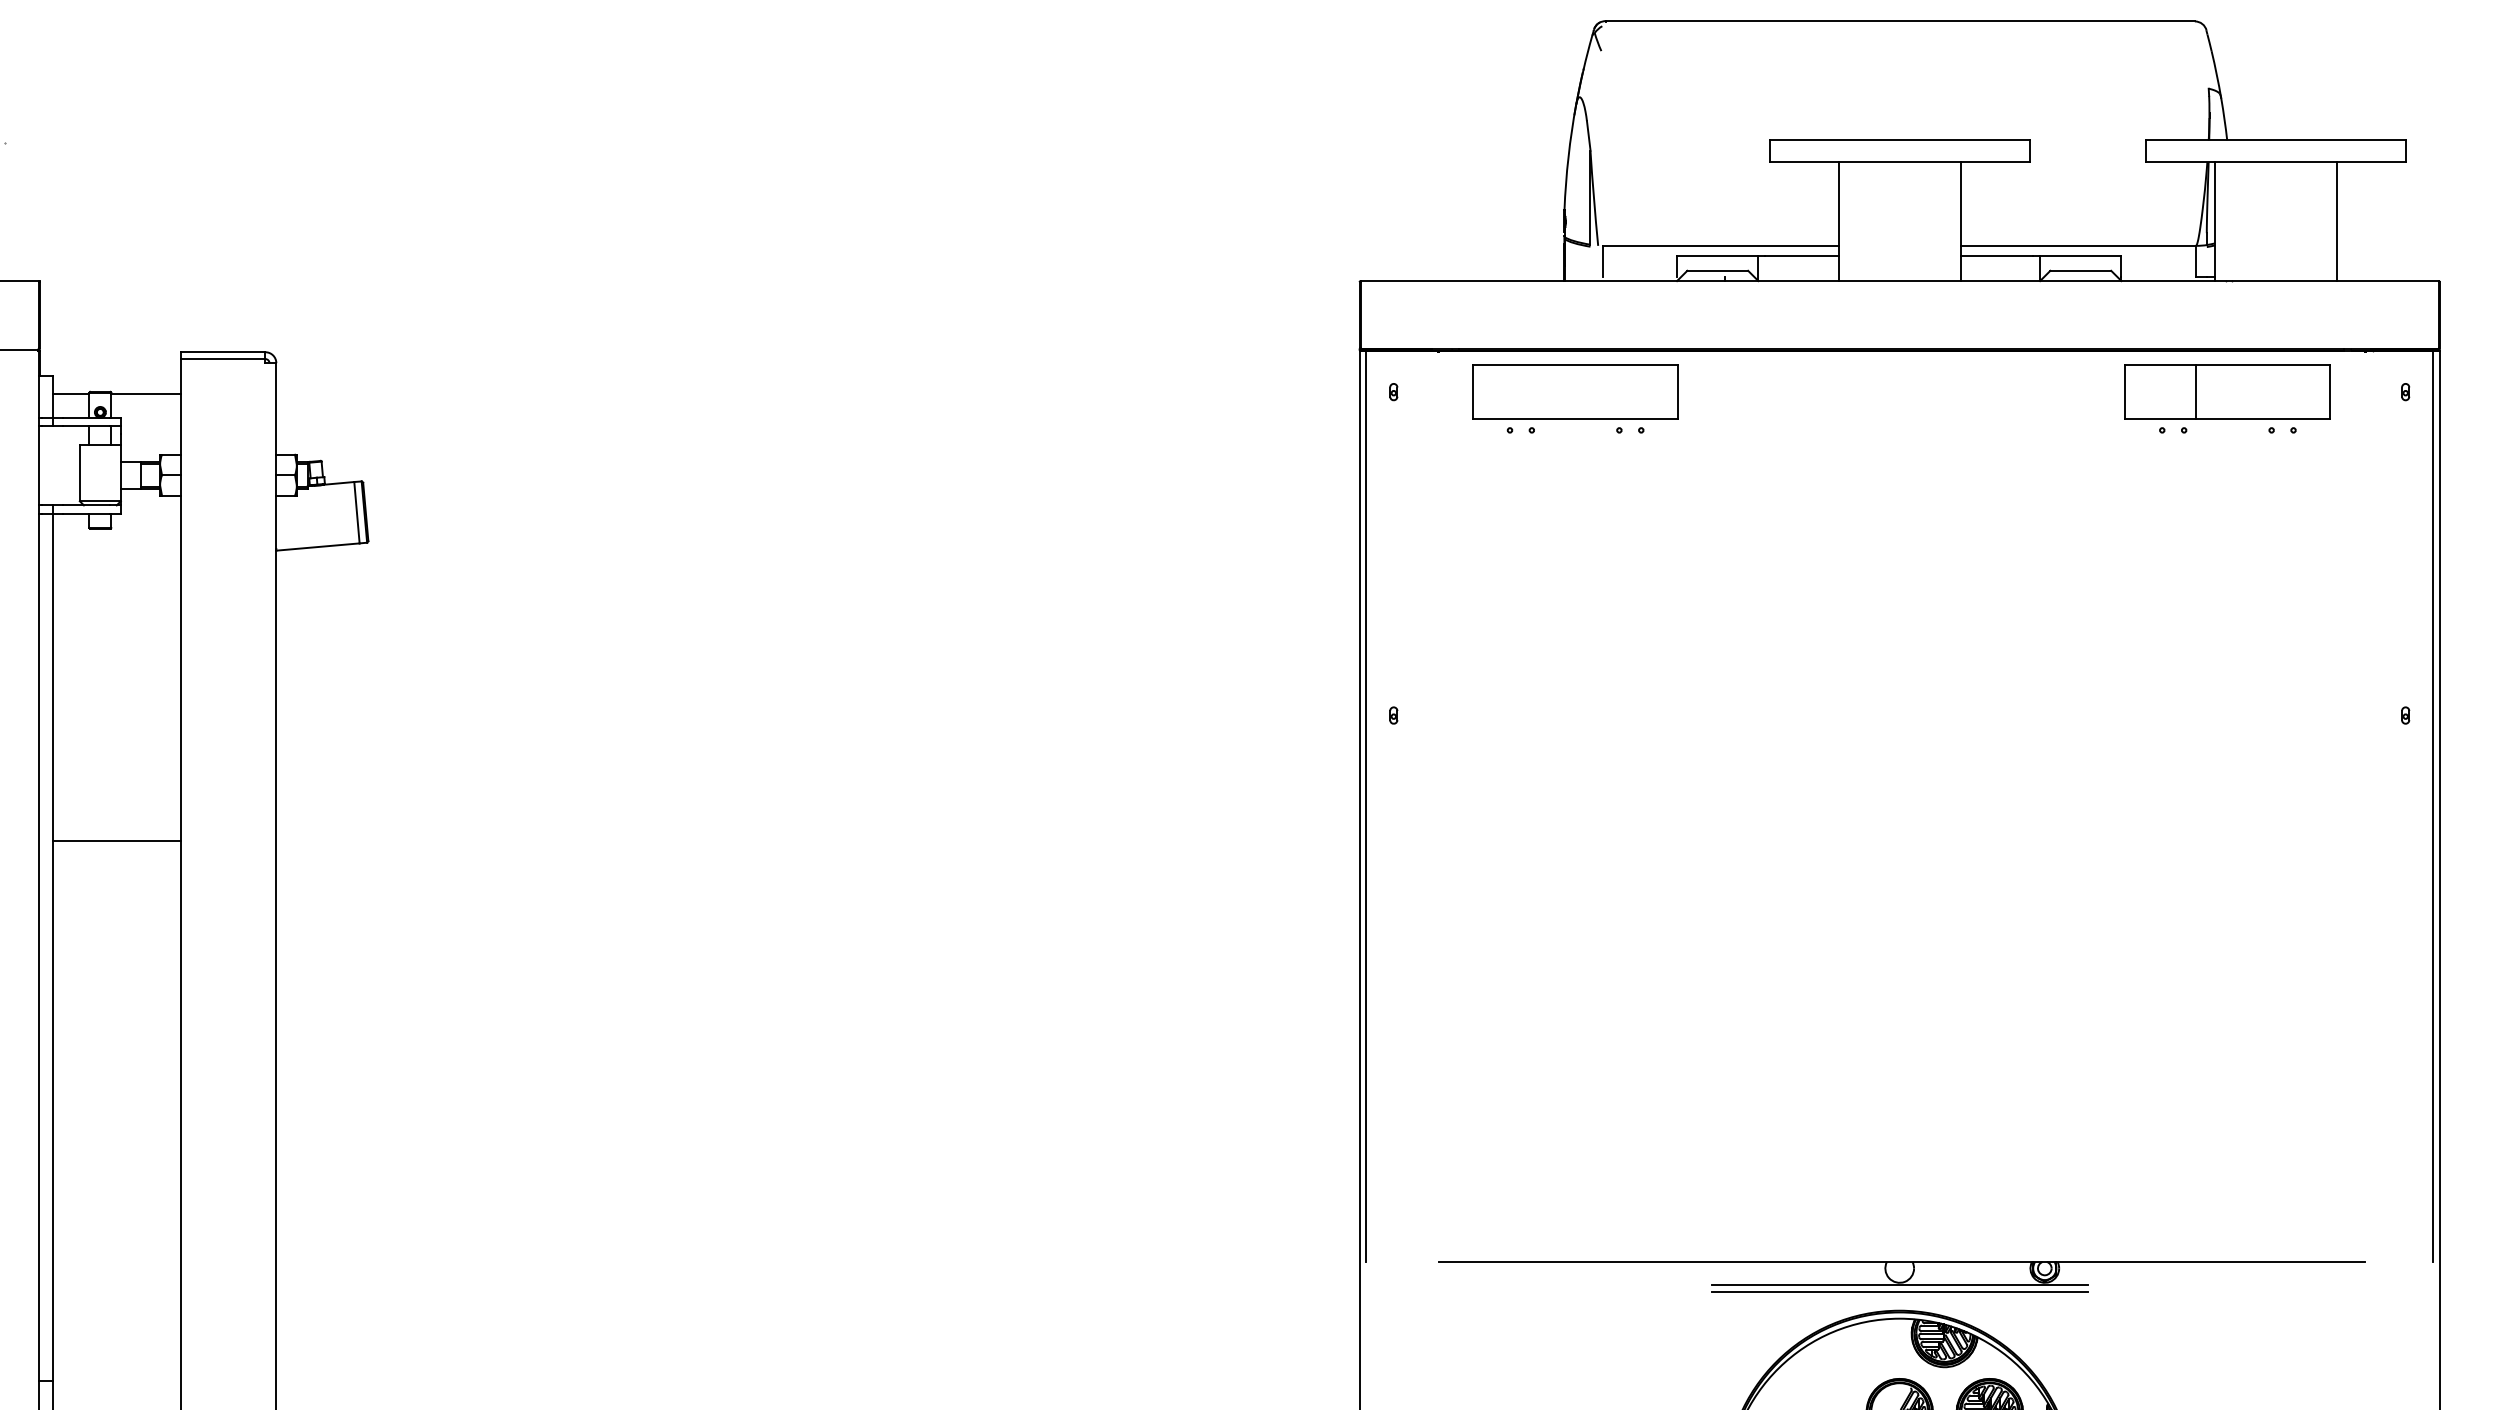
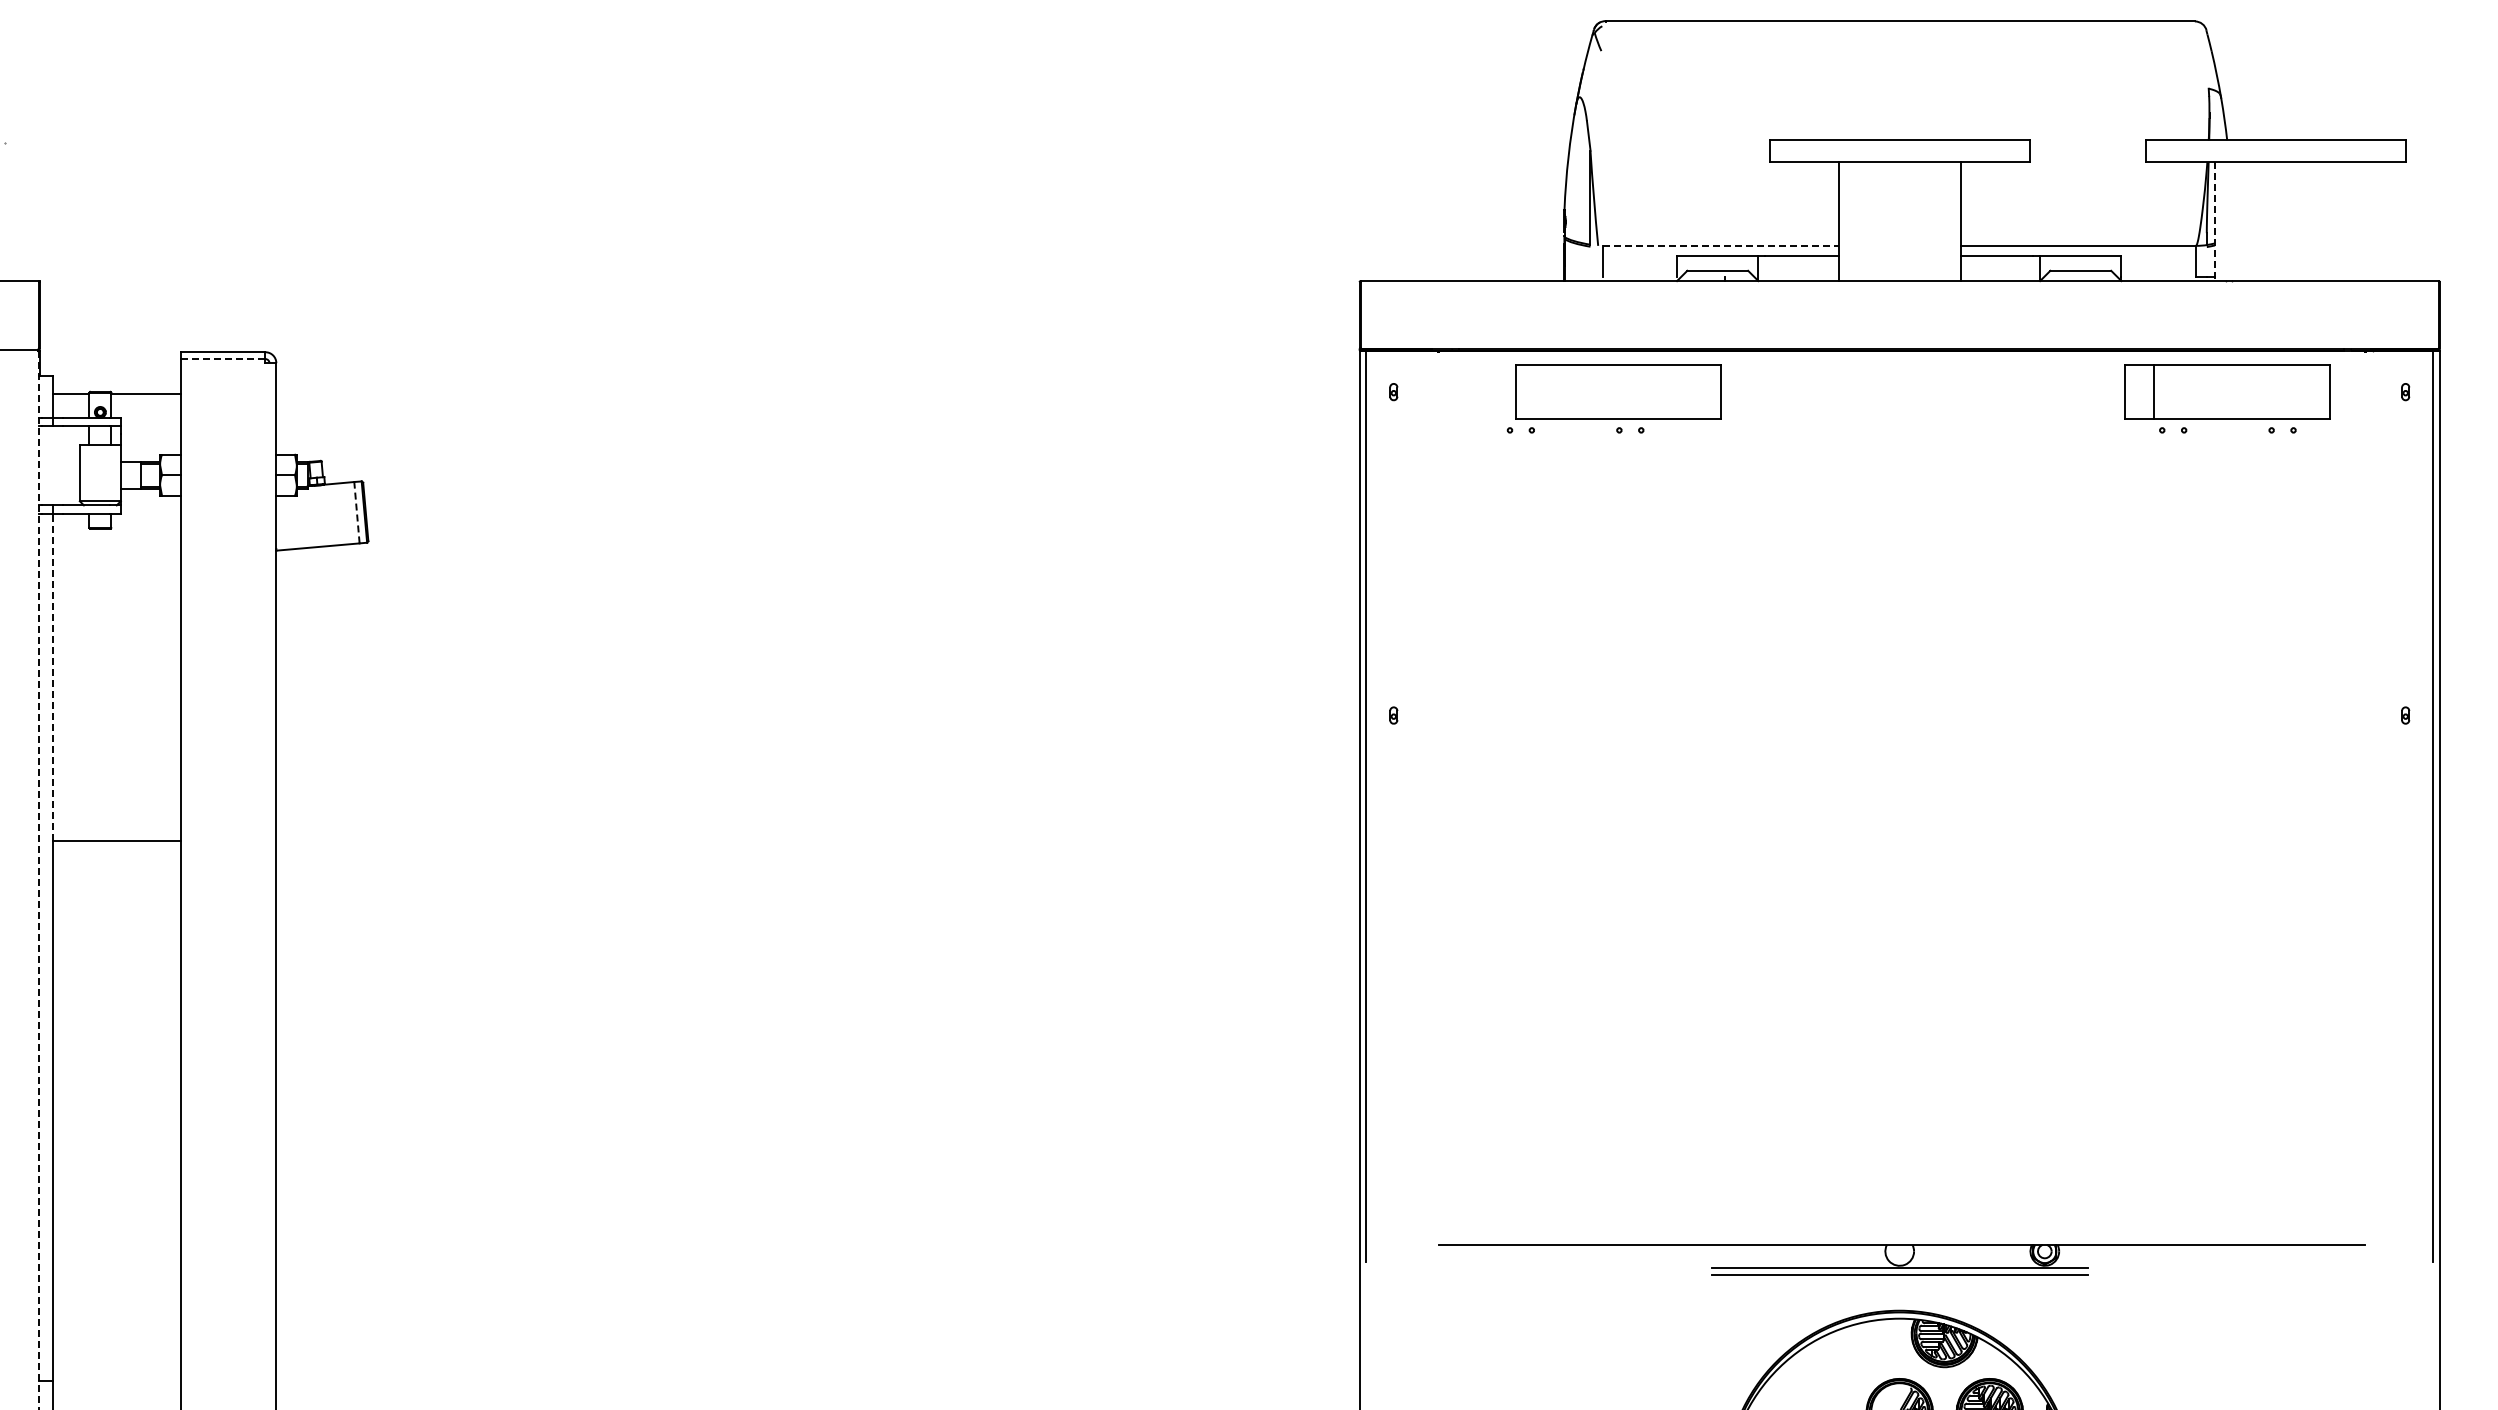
line at (2336, 221): present -> none
line at (2214, 222): solid -> dashed
line at (1721, 245): solid -> dashed
line at (223, 359): solid -> dashed
part at (1575, 391) position: (1575, 391) -> (1618, 391)
line at (2196, 391) position: (2196, 391) -> (2154, 391)
line at (356, 512): solid -> dashed
line at (52, 677): solid -> dashed
line at (38, 880): solid -> dashed
part at (1901, 1276) position: (1901, 1276) -> (1901, 1259)
